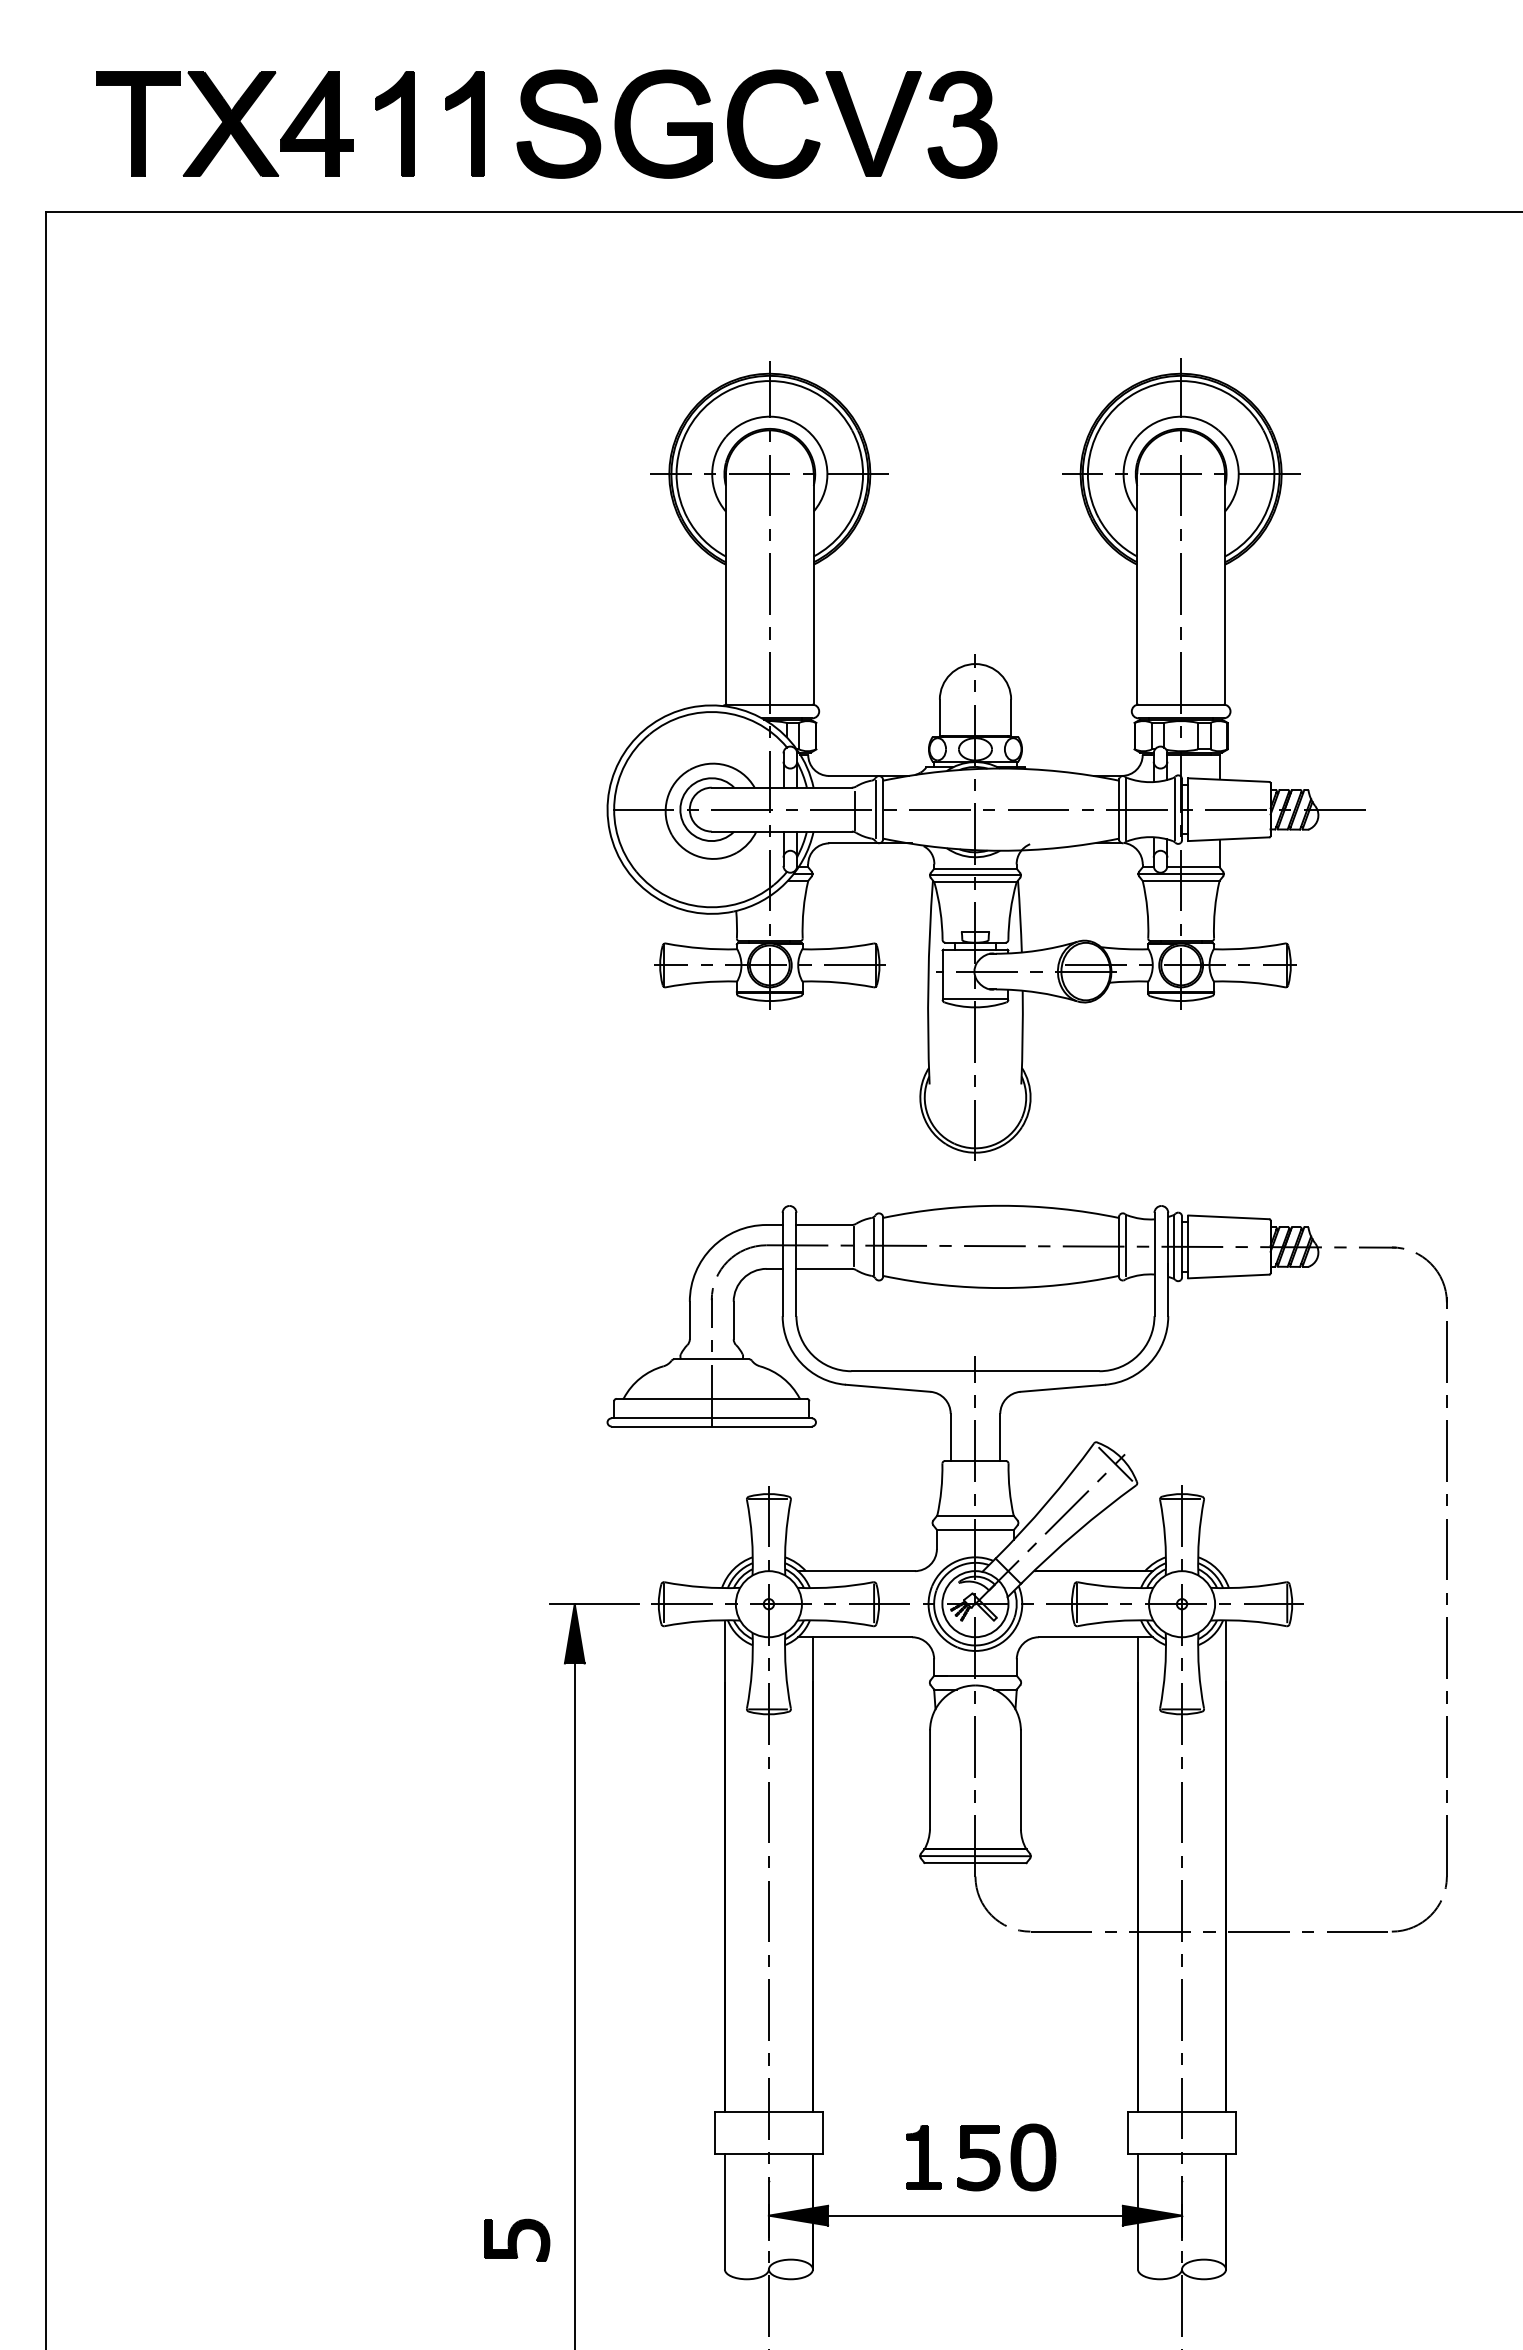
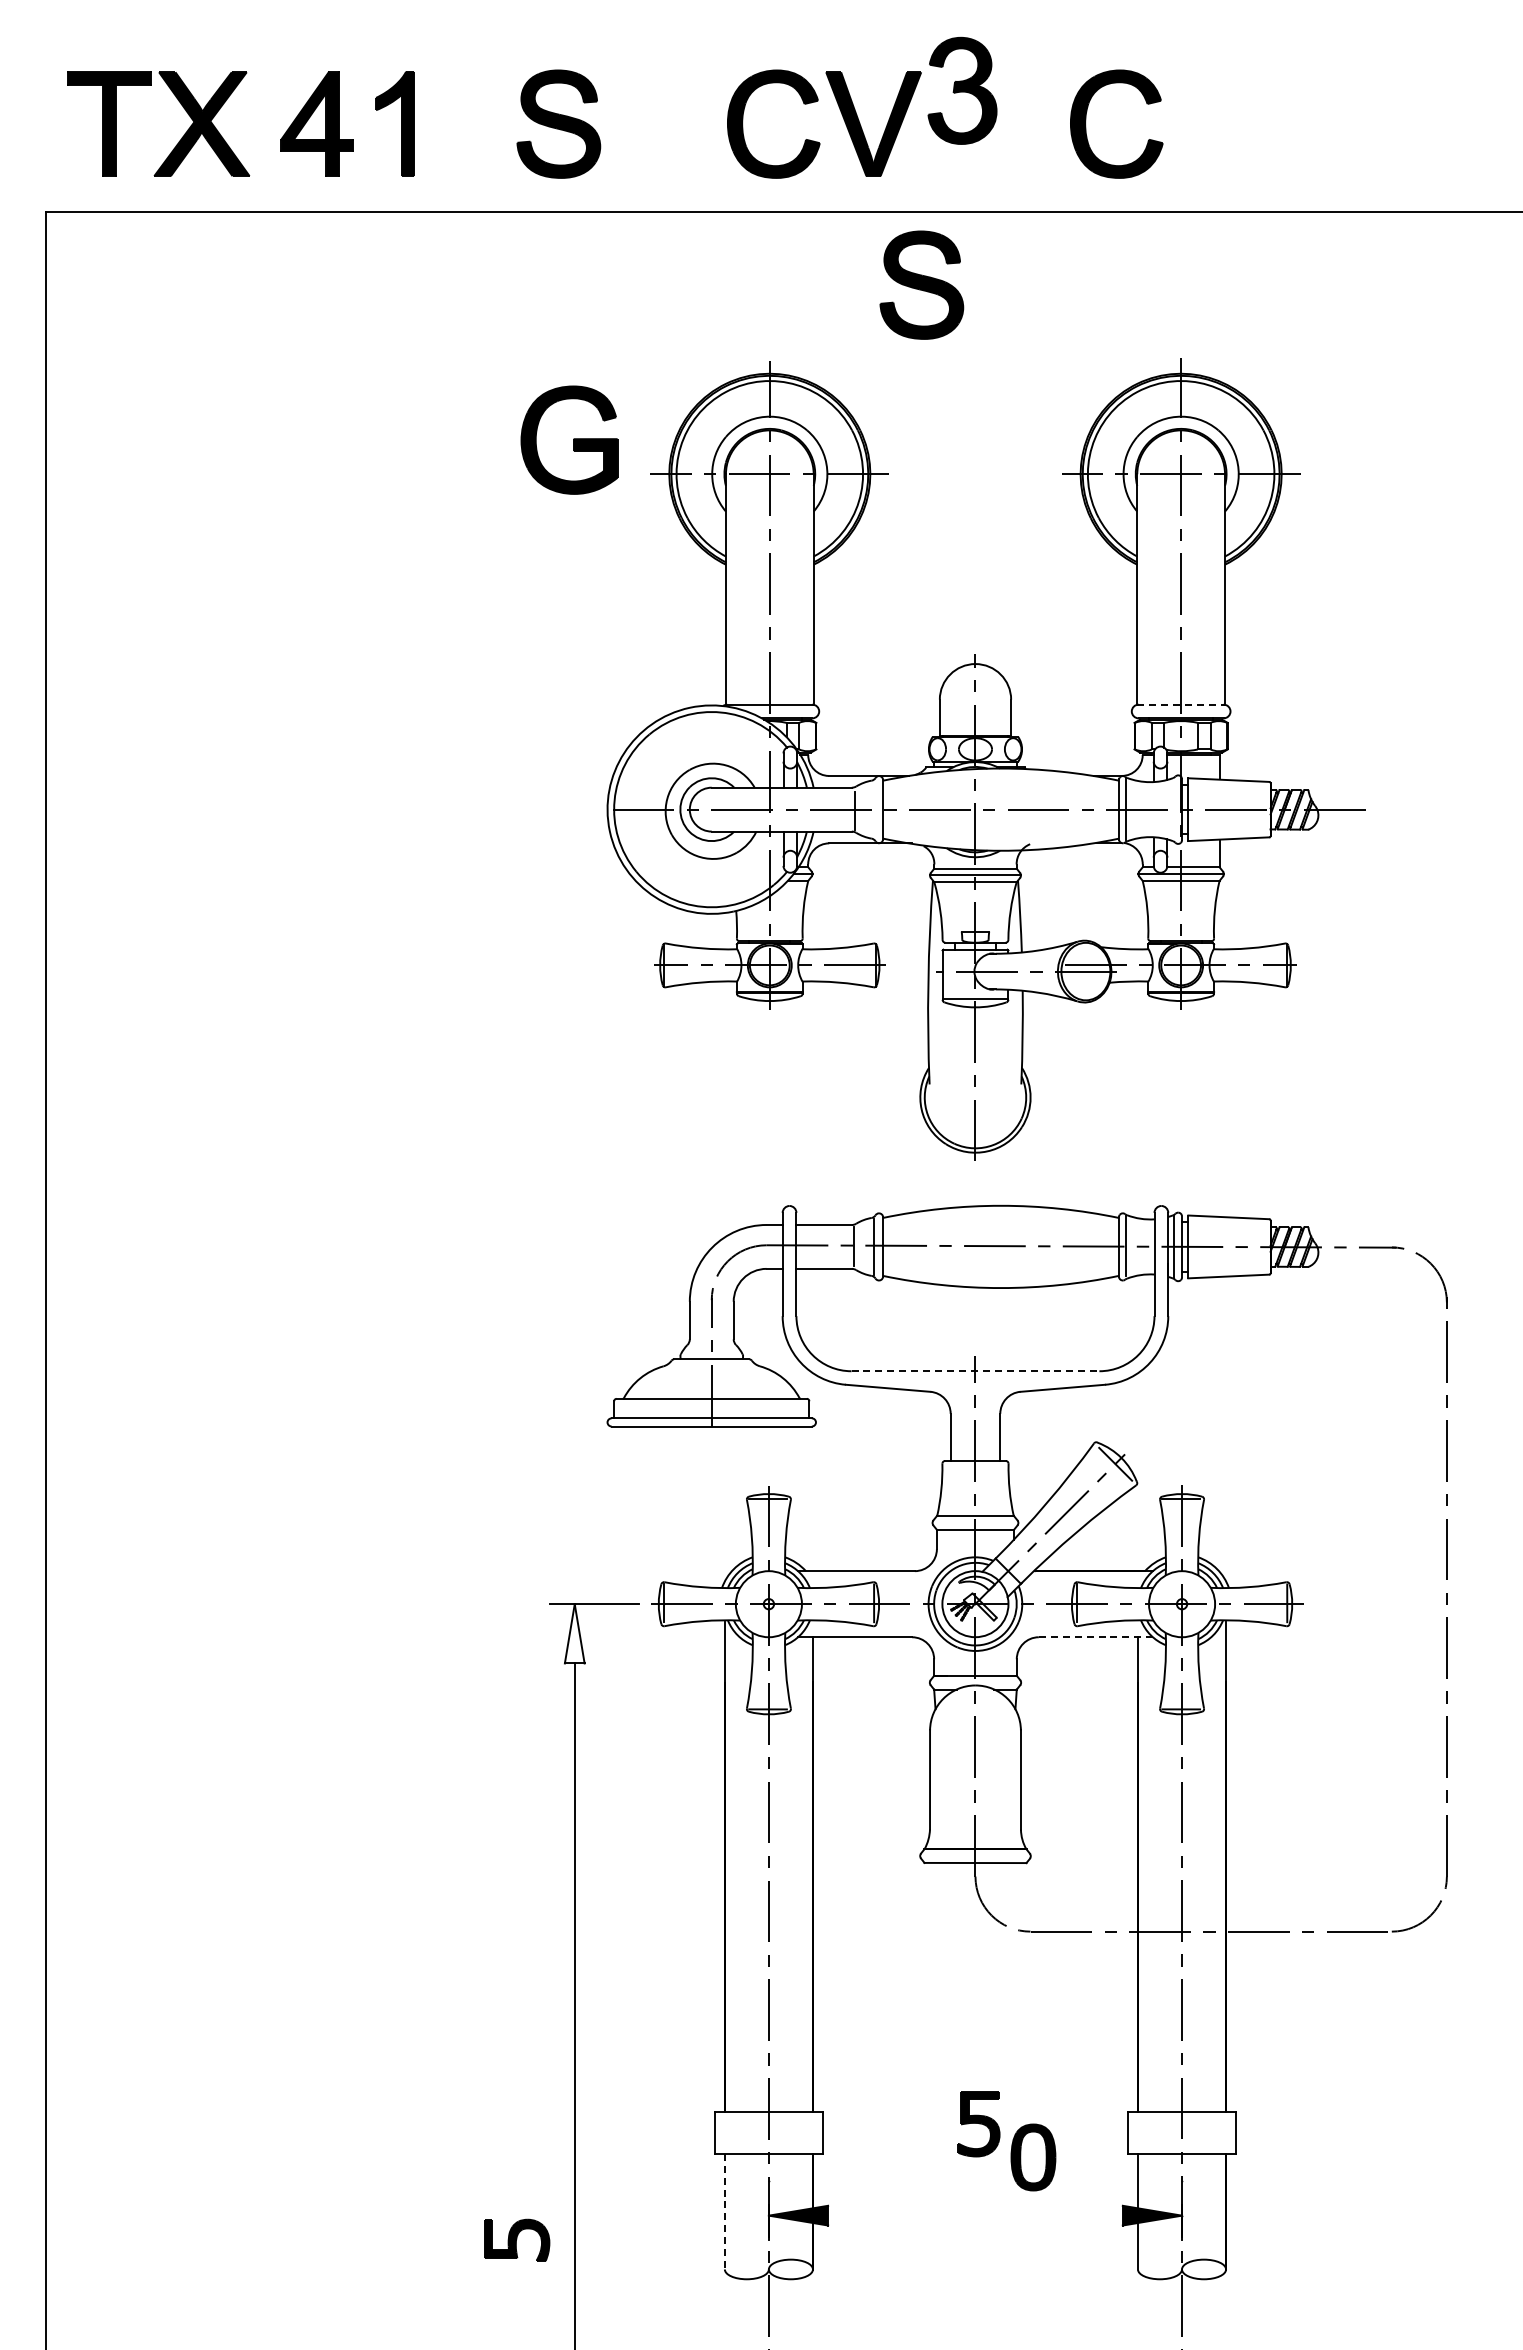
part at (1086, 122): none -> present
part at (471, 123): present -> none
part at (663, 123) position: (663, 123) -> (569, 439)
part at (962, 124) position: (962, 124) -> (962, 90)
part at (207, 141) position: (207, 141) -> (178, 141)
part at (921, 284): none -> present
line at (1181, 704): solid -> dashed
line at (875, 808): present -> none
line at (1175, 809): present -> none
line at (975, 1371): solid -> dashed
fill at (574, 1633): present -> none
line at (1096, 1637): solid -> dashed
line at (975, 1856): present -> none
part at (923, 2157): present -> none
part at (978, 2158) position: (978, 2158) -> (978, 2124)
line at (724, 2211): solid -> dashed
line at (975, 2215): present -> none
